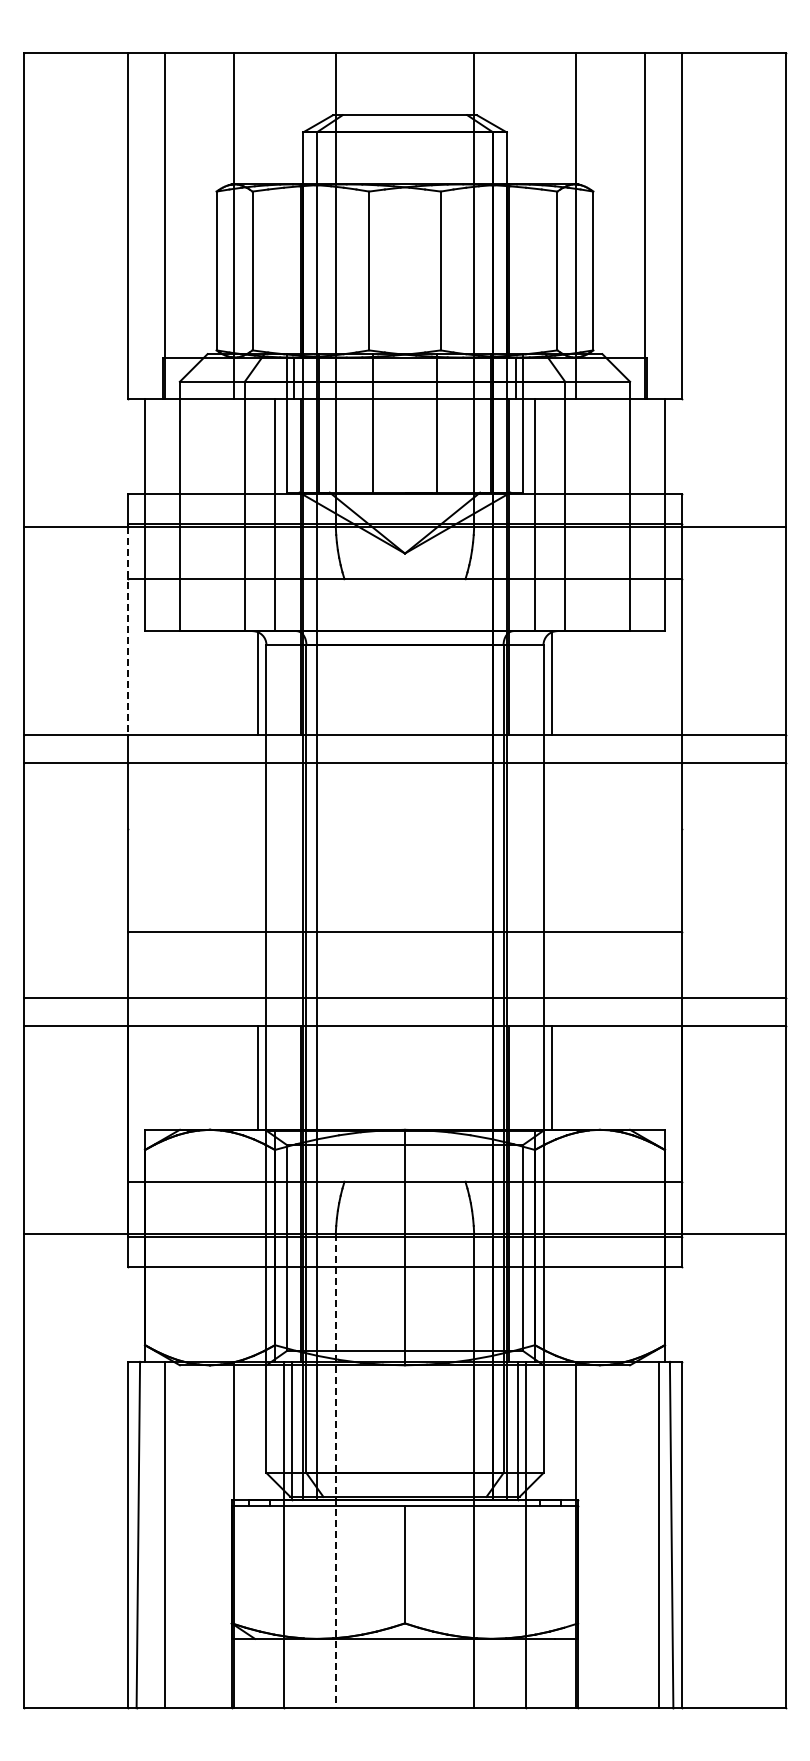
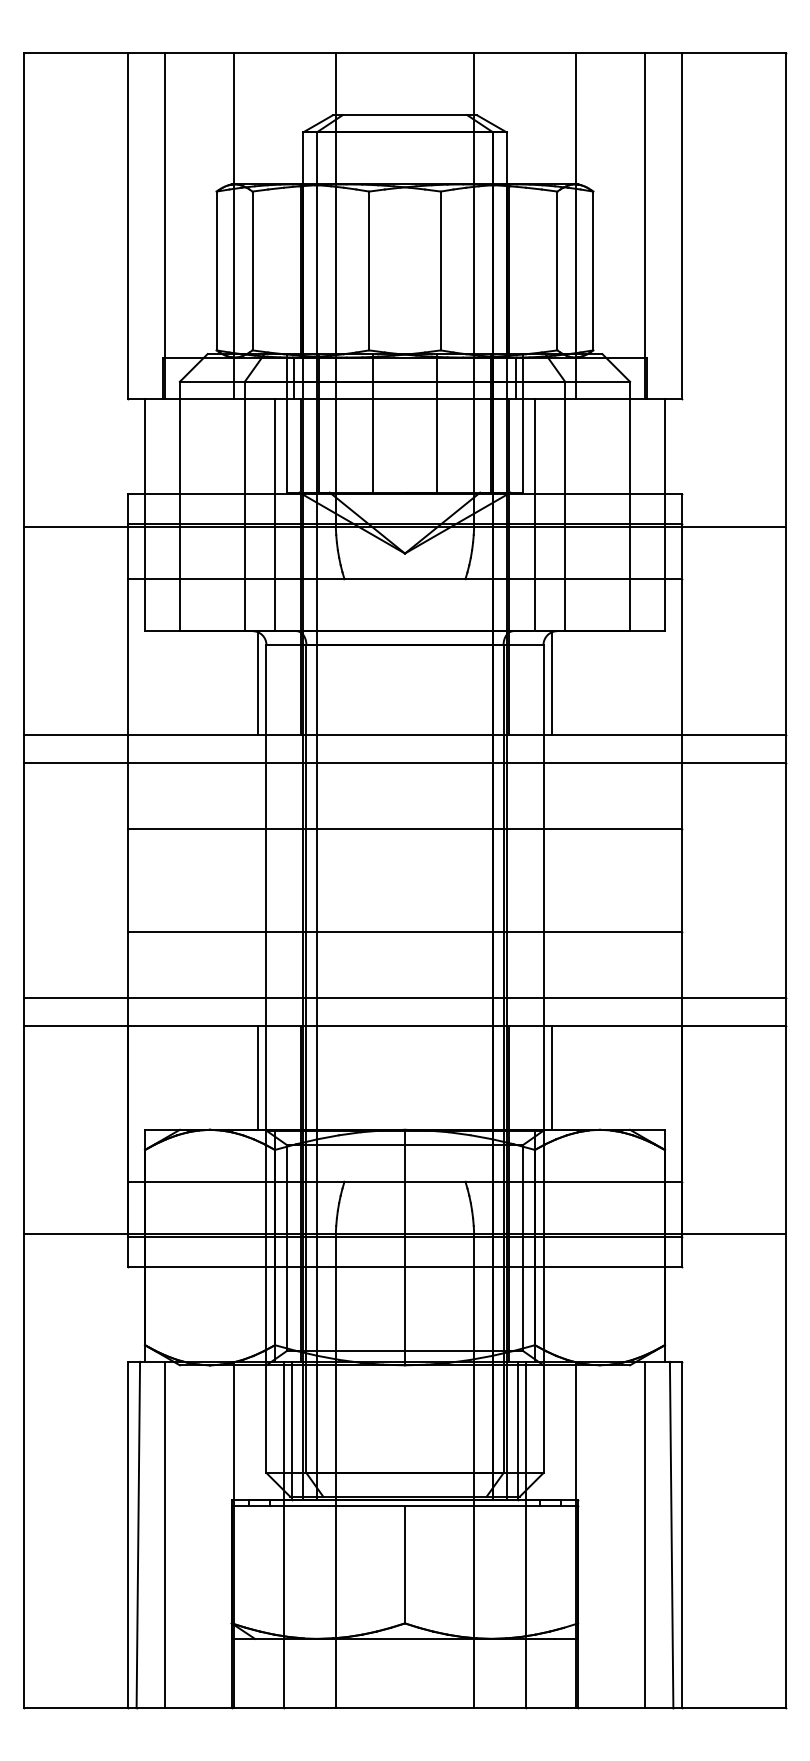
line at (127, 631): dashed -> solid
line at (404, 828): none -> present
line at (335, 1471): dashed -> solid
line at (658, 1534) position: (658, 1534) -> (644, 1534)
